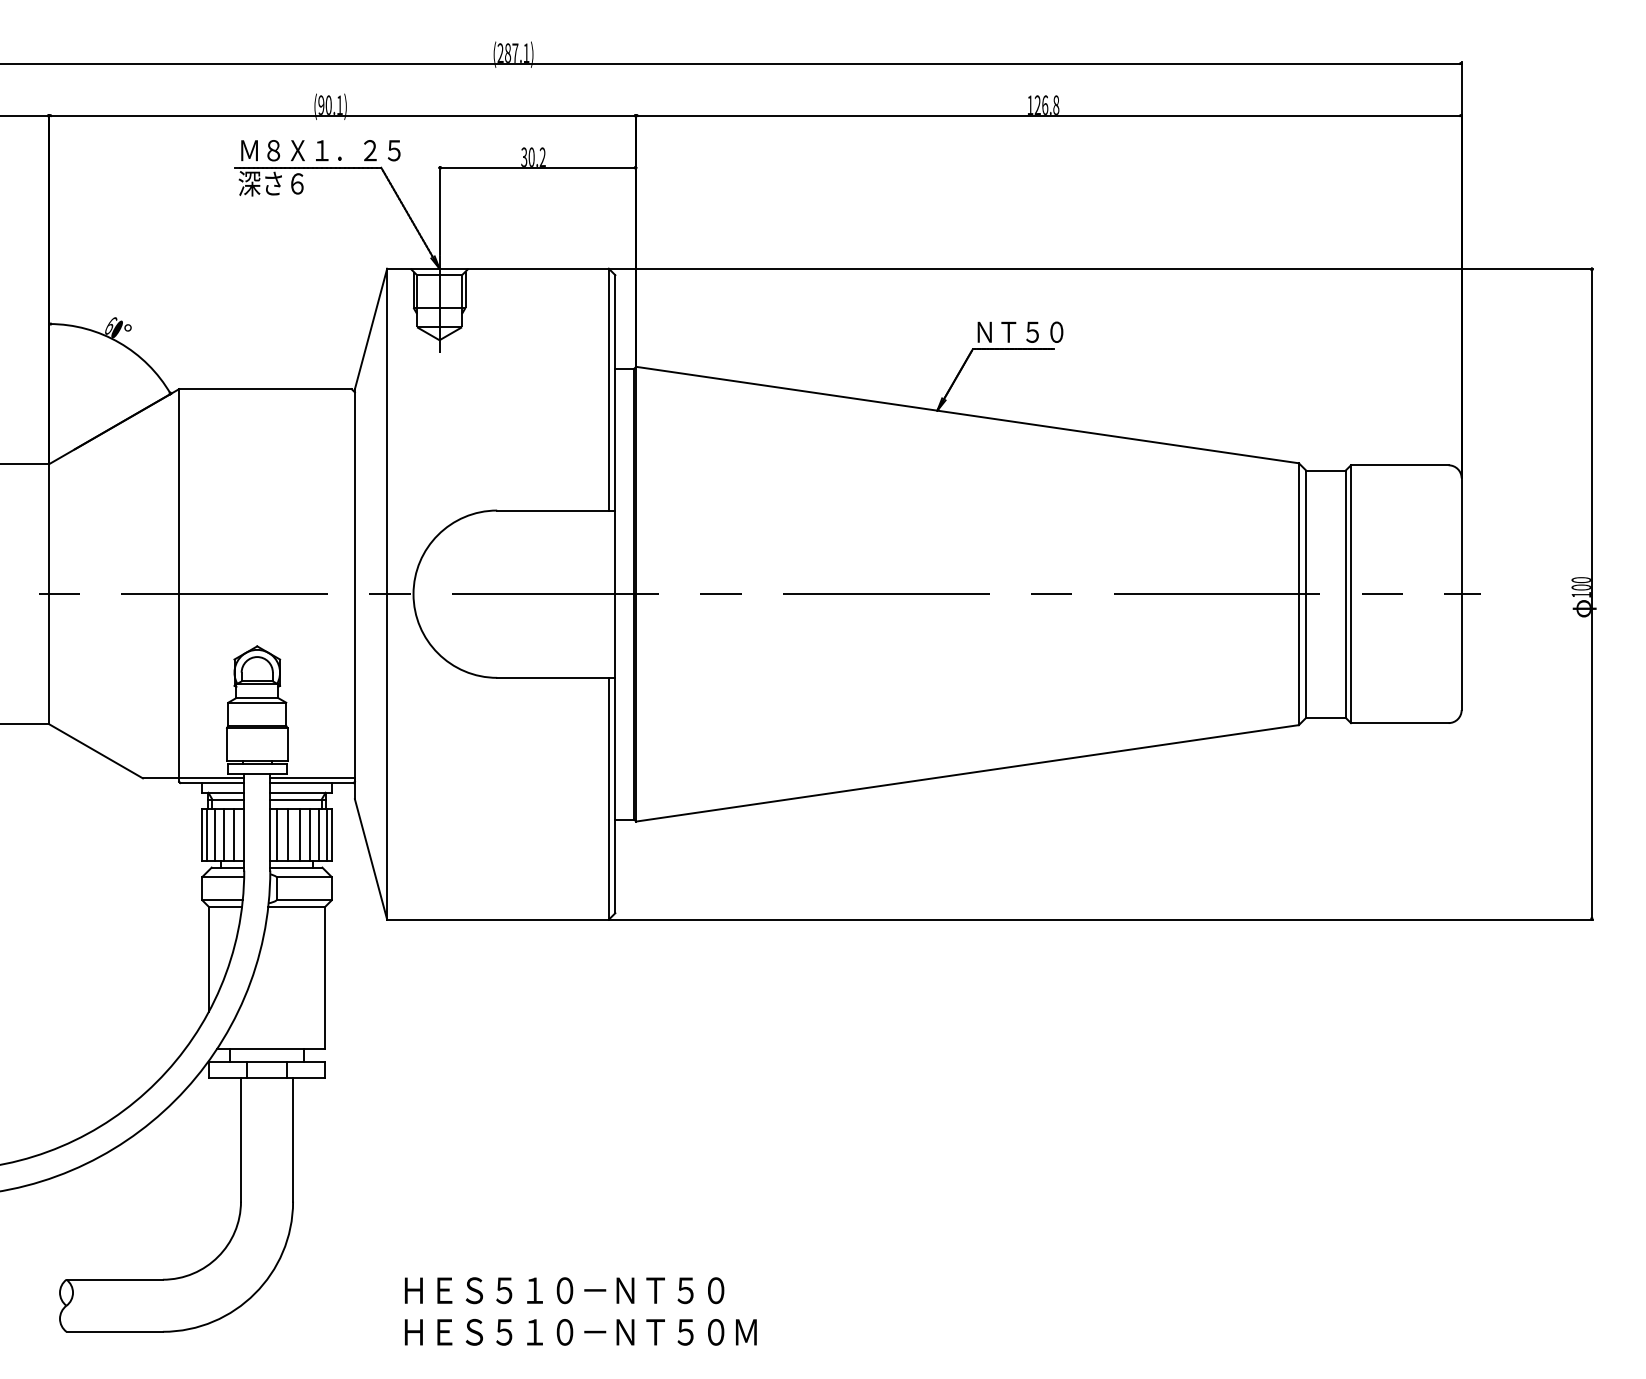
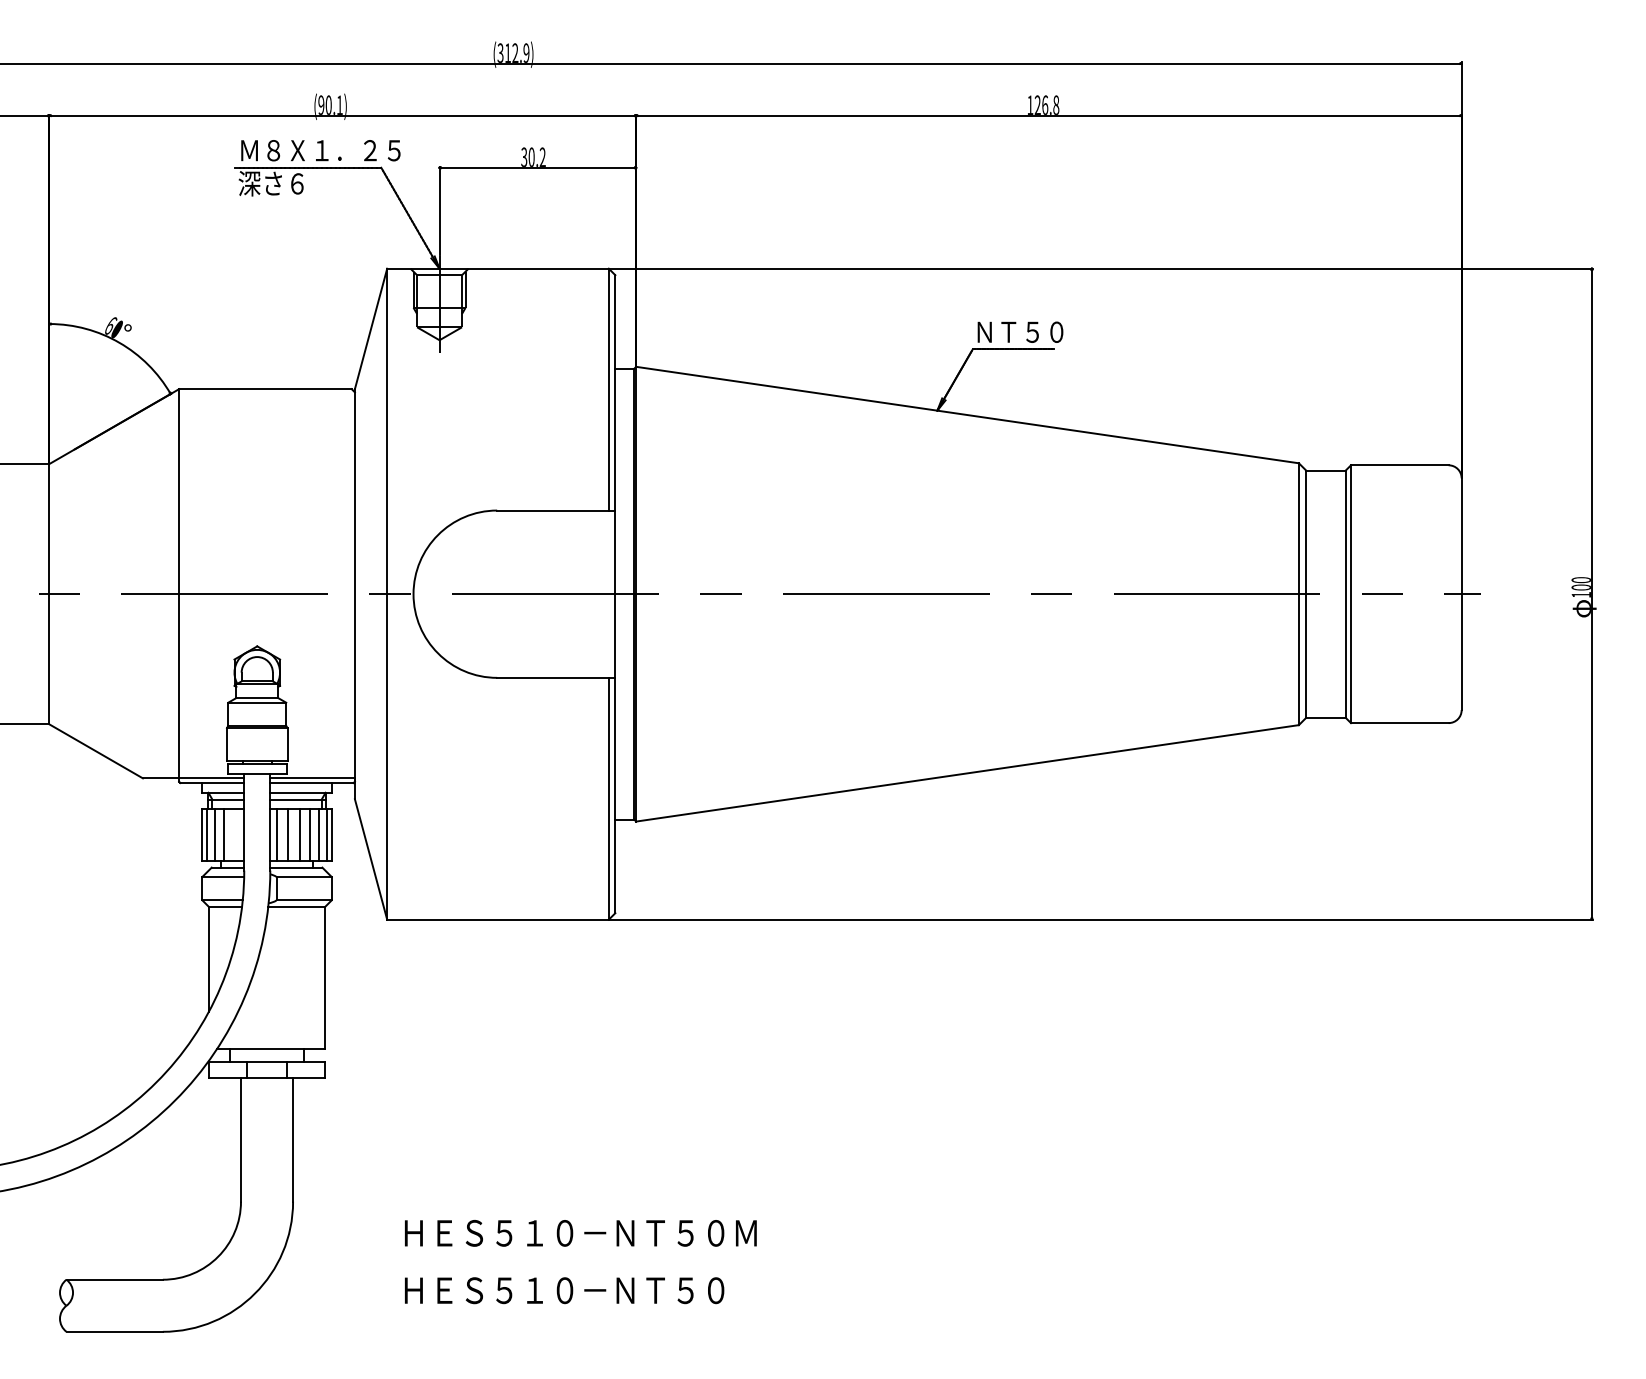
text at (513, 52): 287.1) -> 312.9)
line at (234, 835): present -> none
text at (580, 1332) position: (580, 1332) -> (580, 1233)
